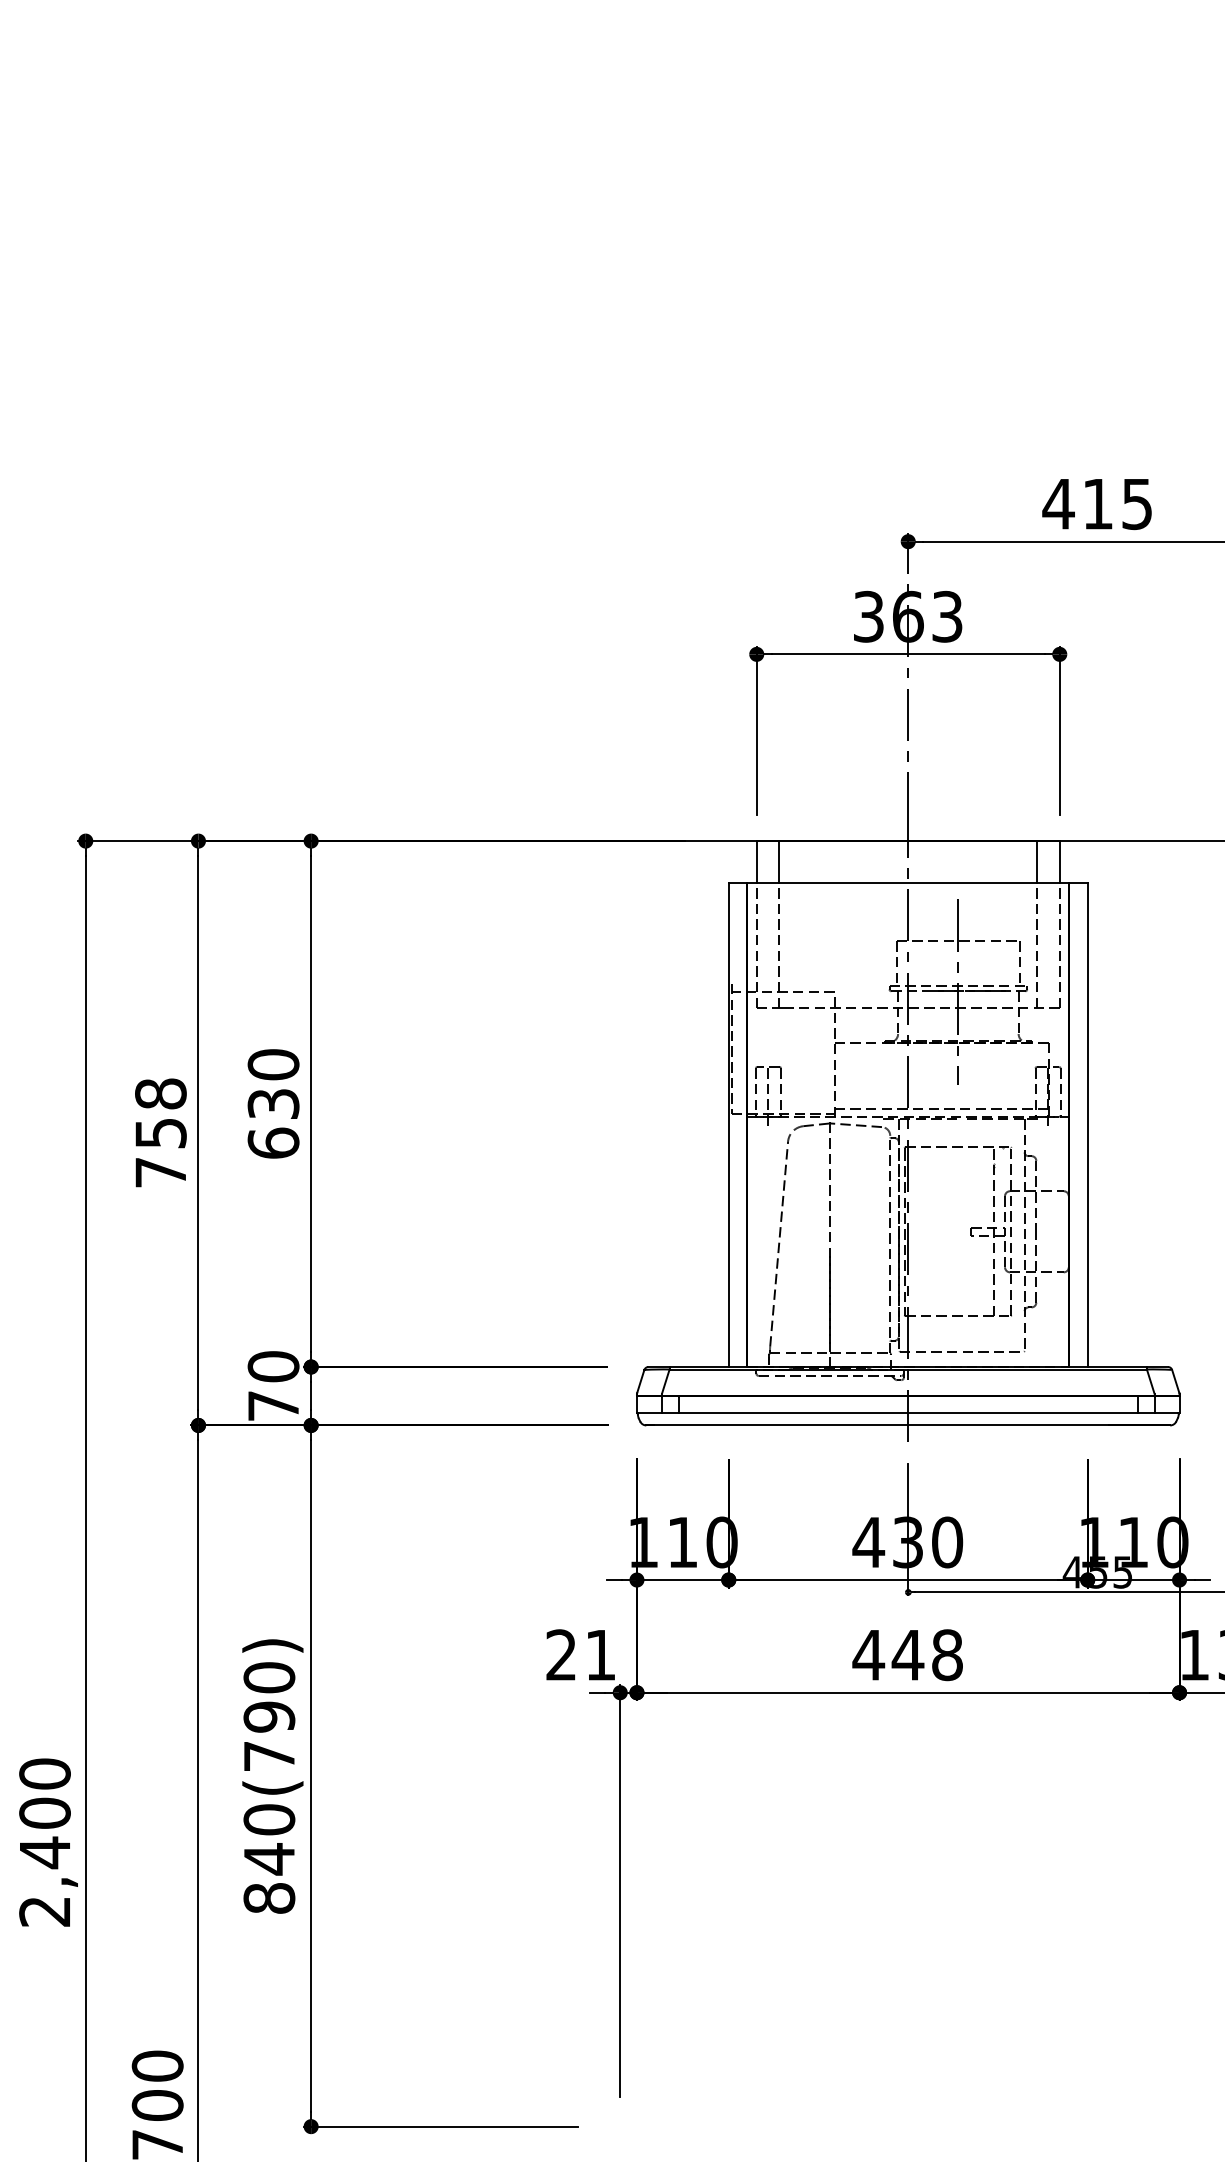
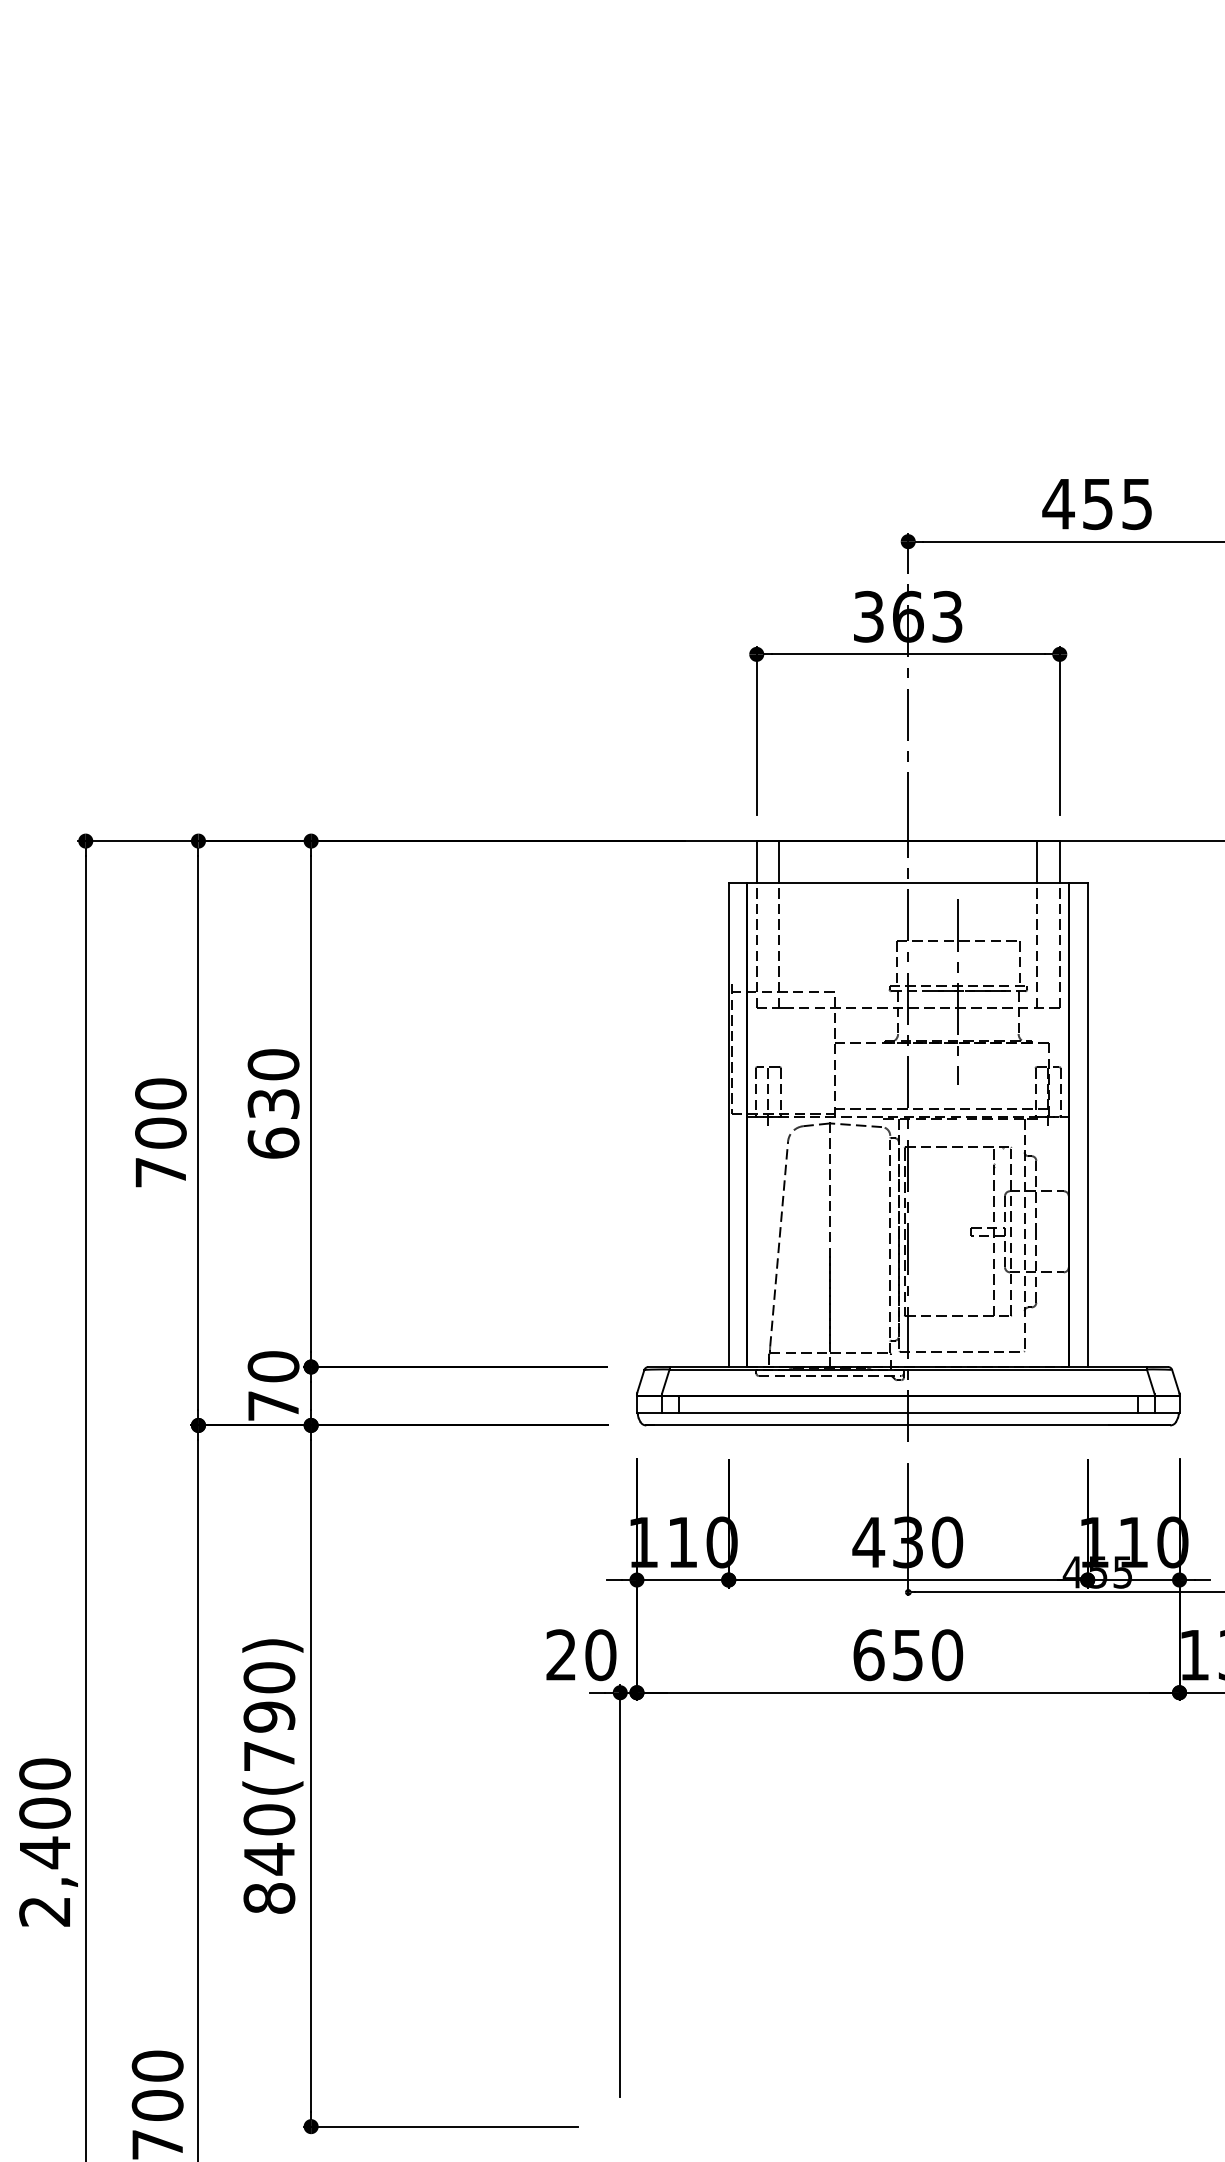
text at (1097, 504): 415 -> 455
text at (160, 1113): 758 -> 700
text at (600, 1655): 21 -> 20
text at (907, 1655): 448 -> 650
